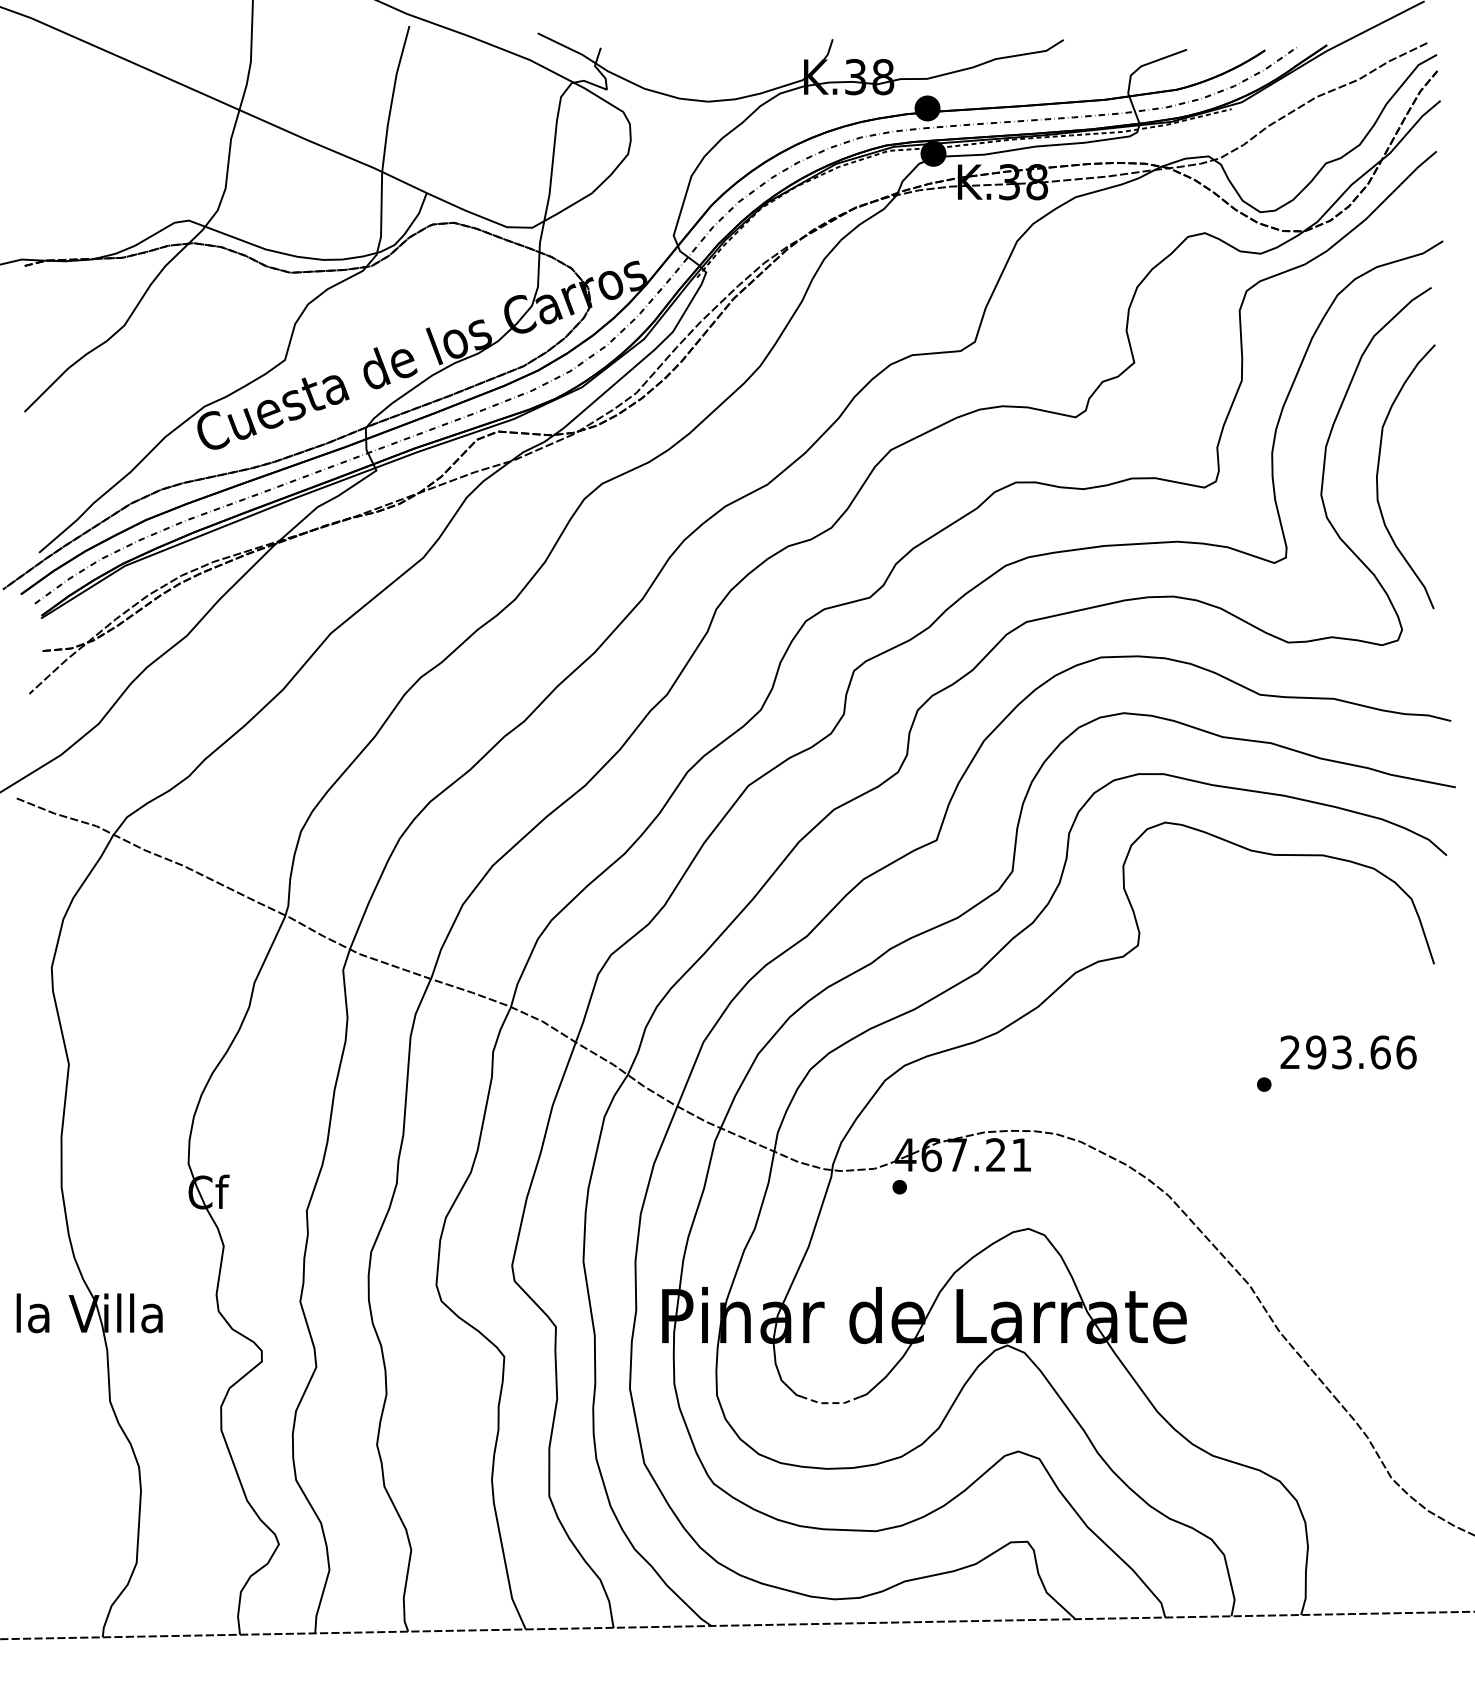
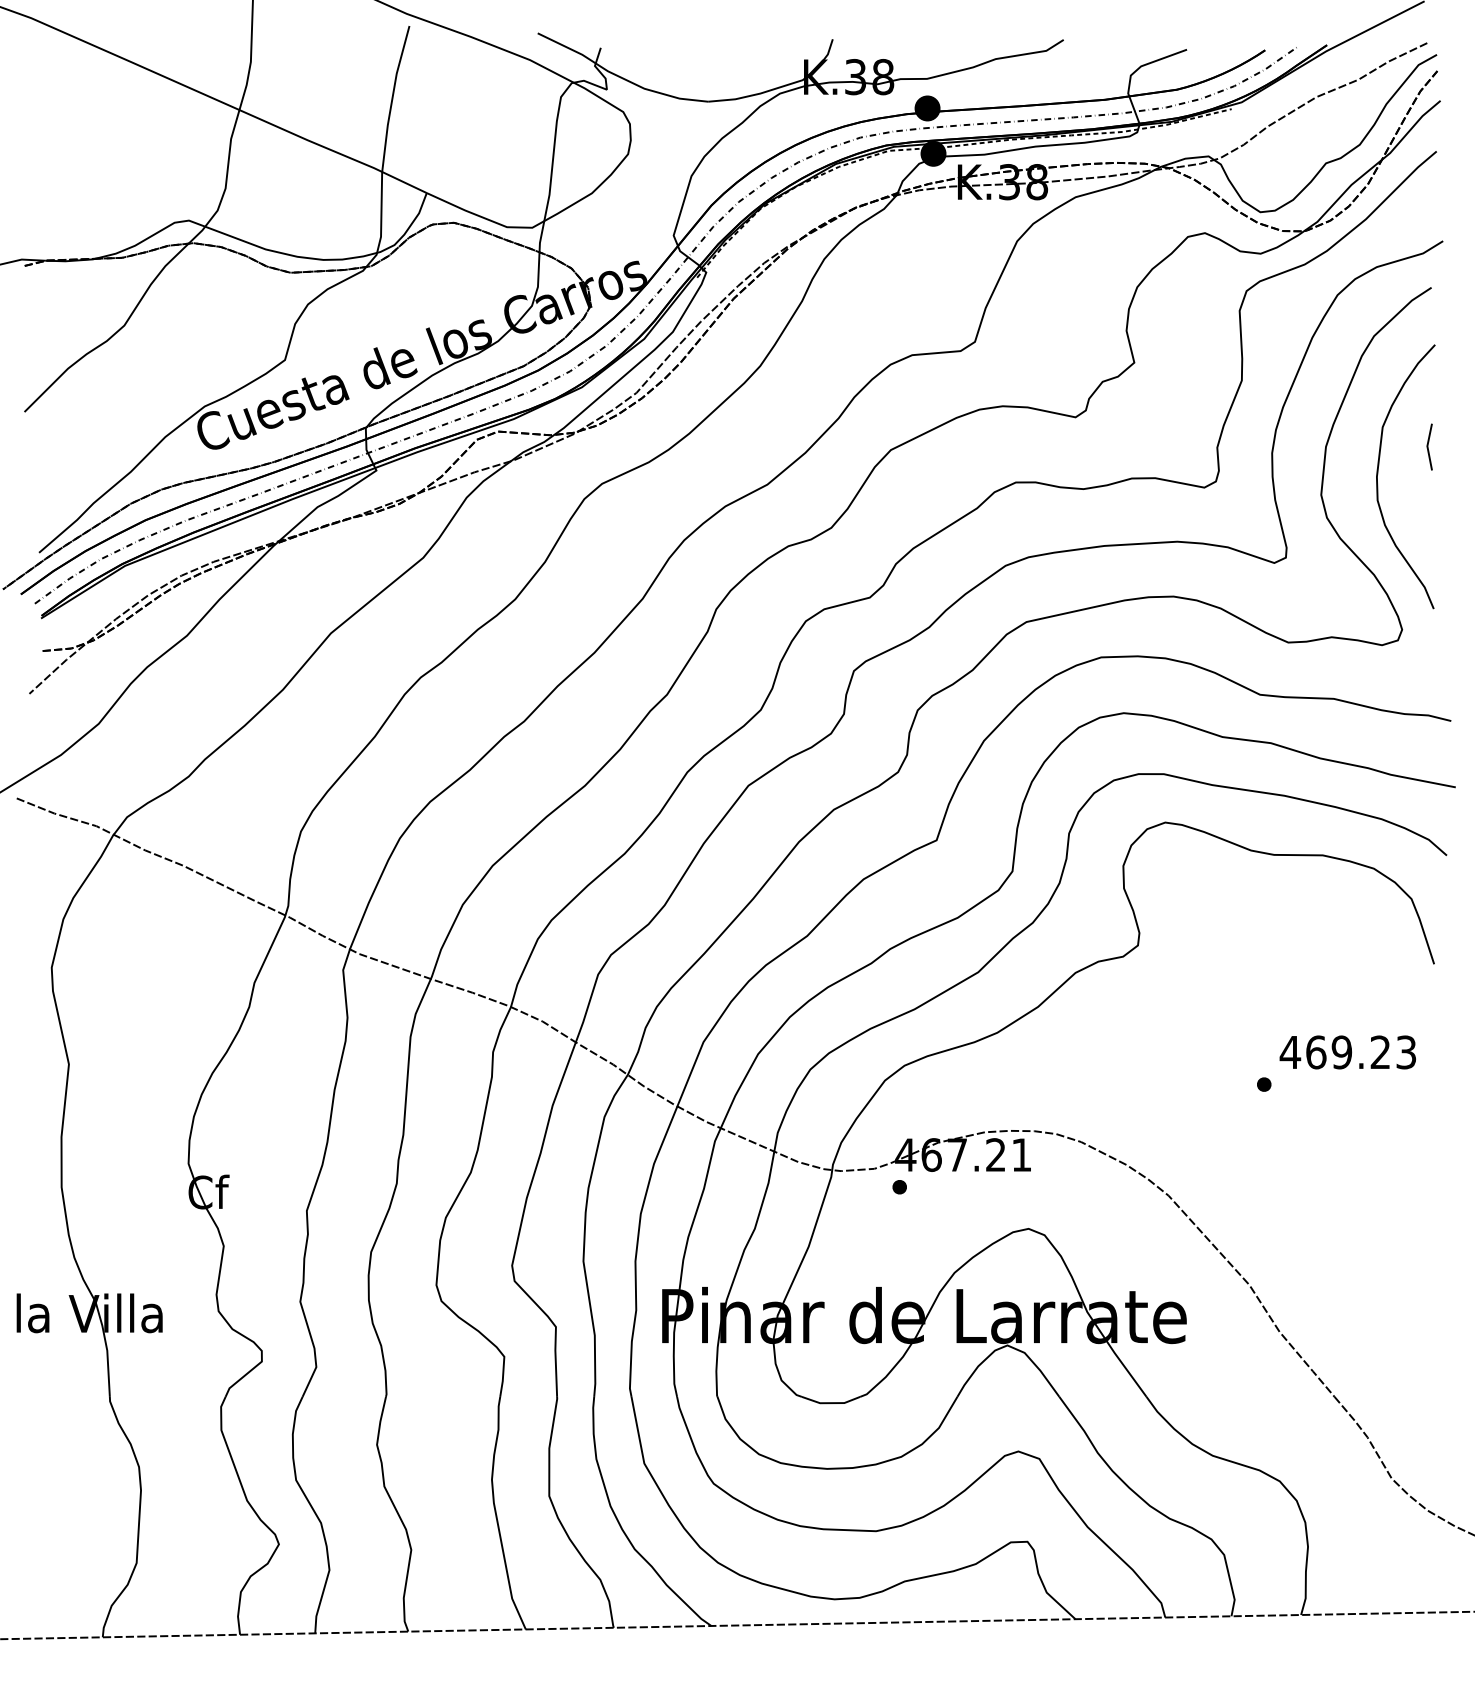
line at (1428, 446): none -> present
text at (1347, 1052): 293.66 -> 469.23
line at (830, 1403): dashed -> solid
